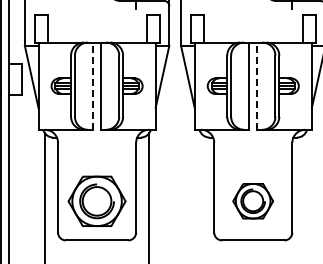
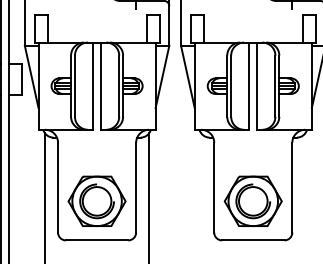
line at (93, 86): dashed -> solid
line at (257, 86): dashed -> solid
part at (253, 201) size: 43x37 px -> 60x52 px
